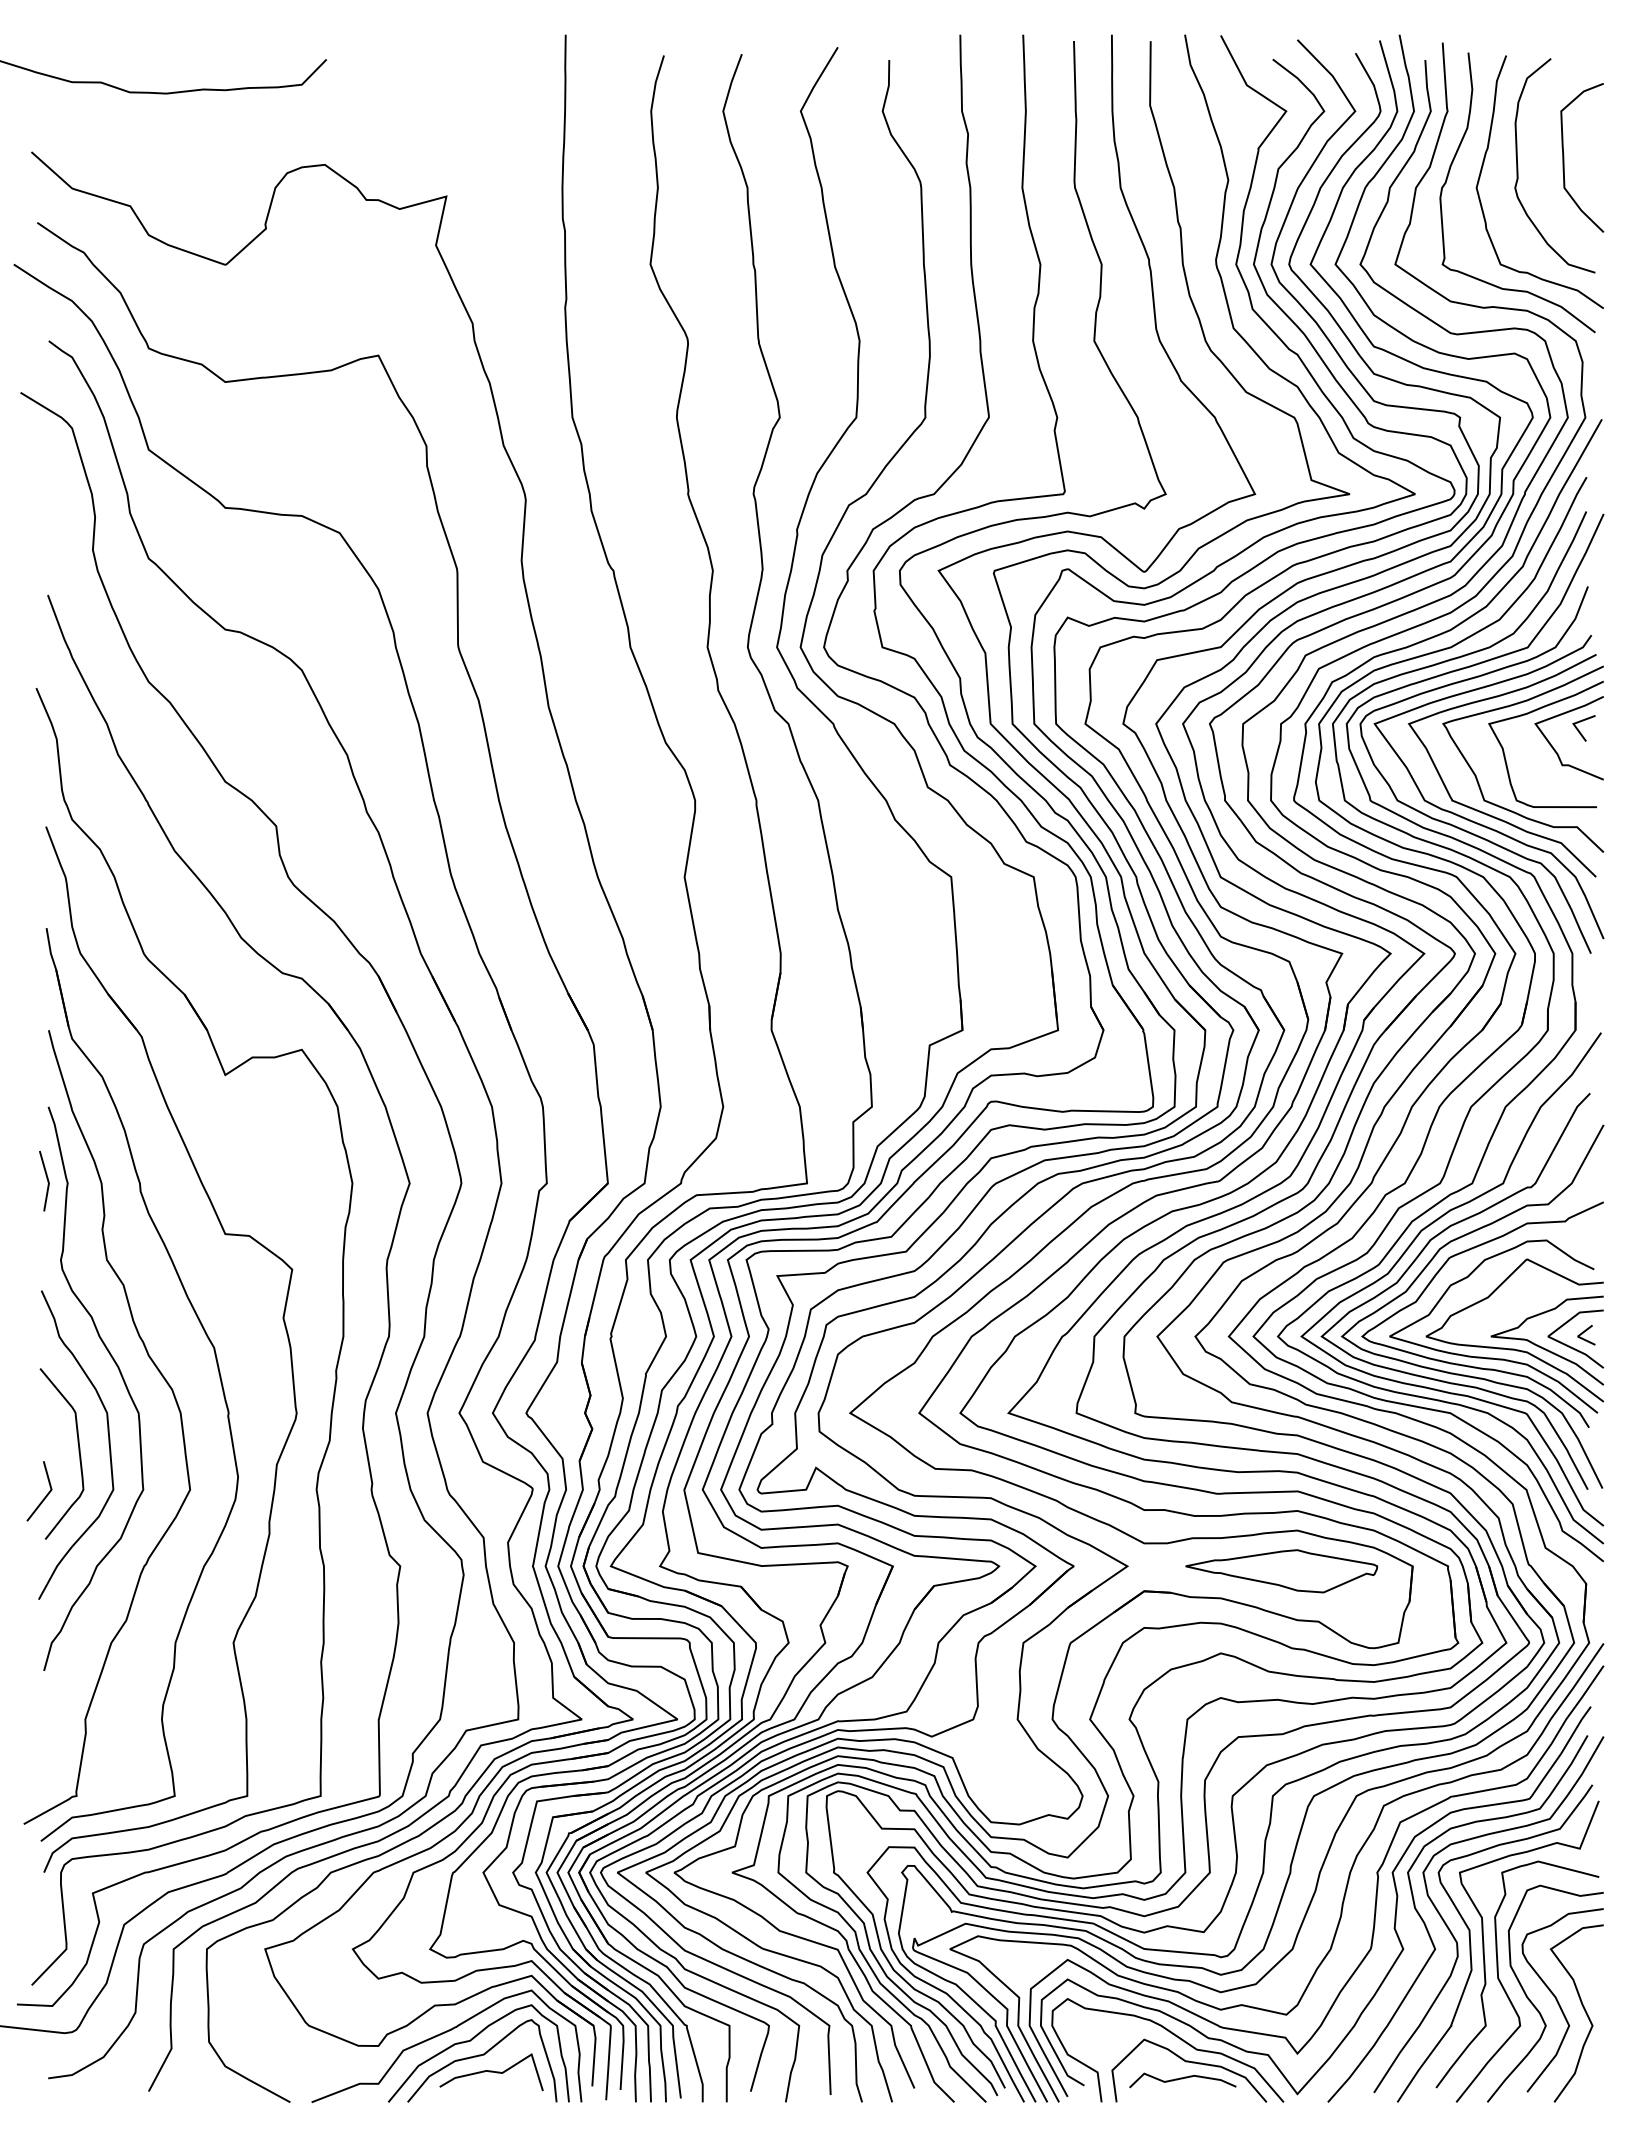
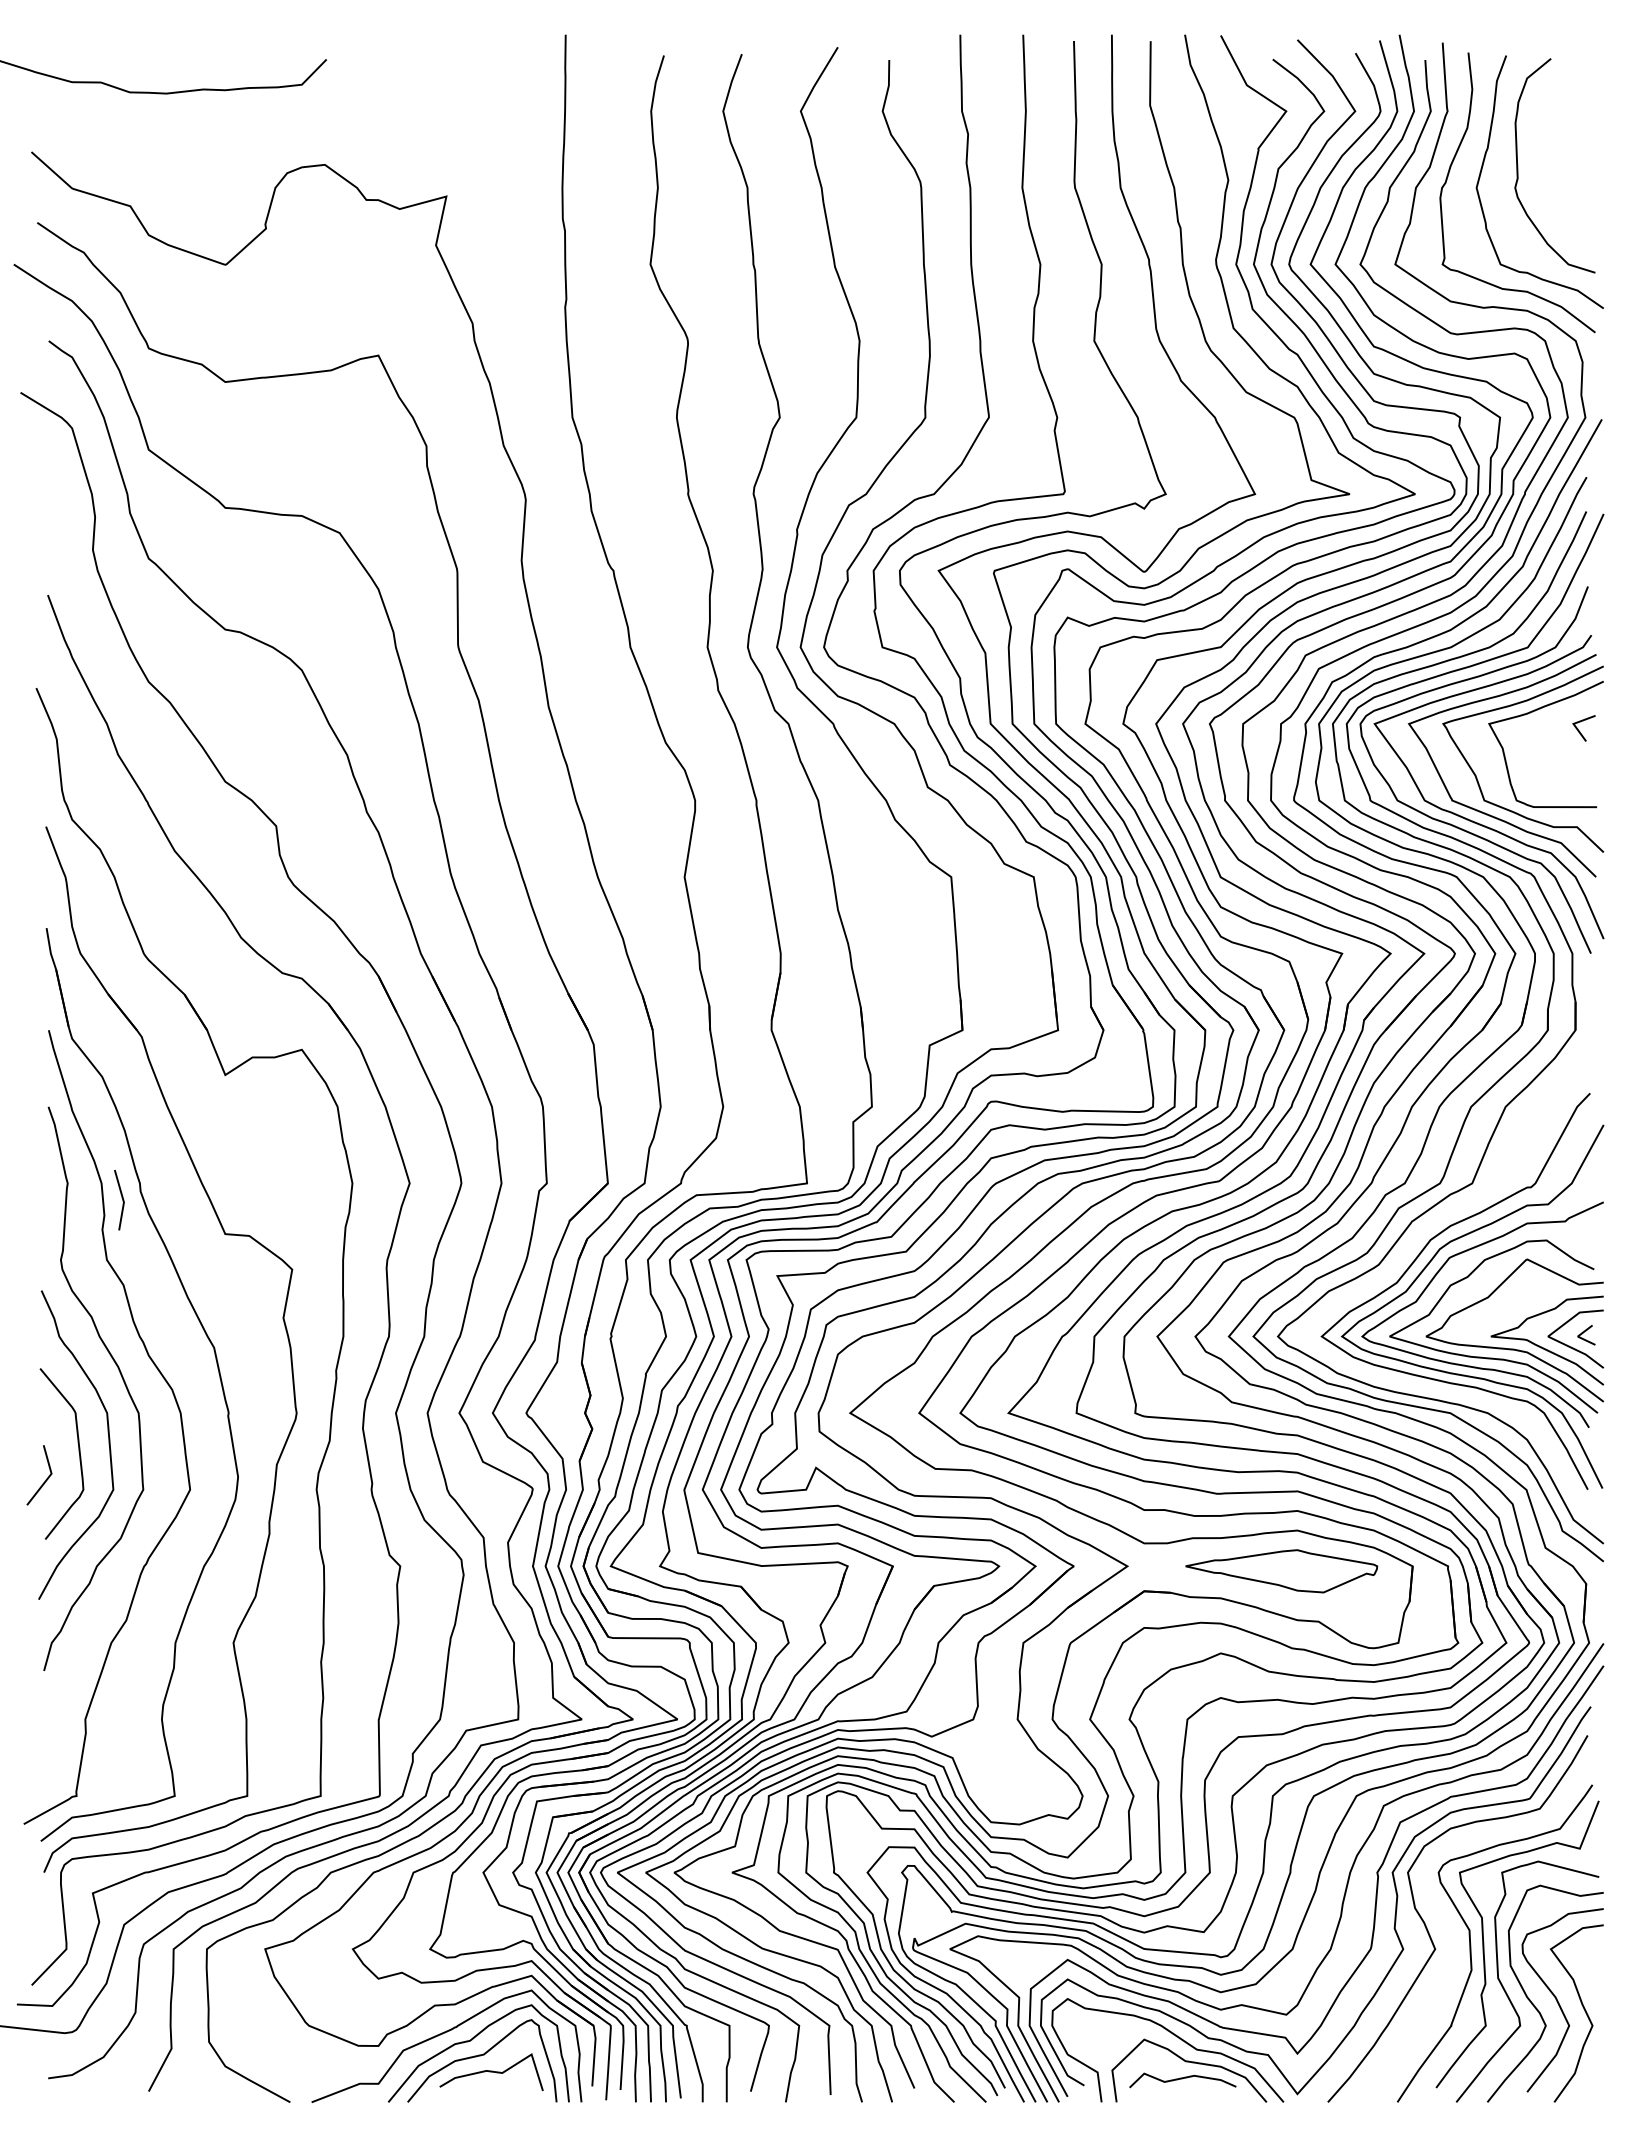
curve at (1564, 157): present -> none
curve at (1553, 746): present -> none
line at (46, 1179) position: (46, 1179) -> (121, 1198)
curve at (1408, 1249): present -> none
line at (45, 1495) position: (45, 1495) -> (45, 1479)
curve at (1452, 1932): present -> none
